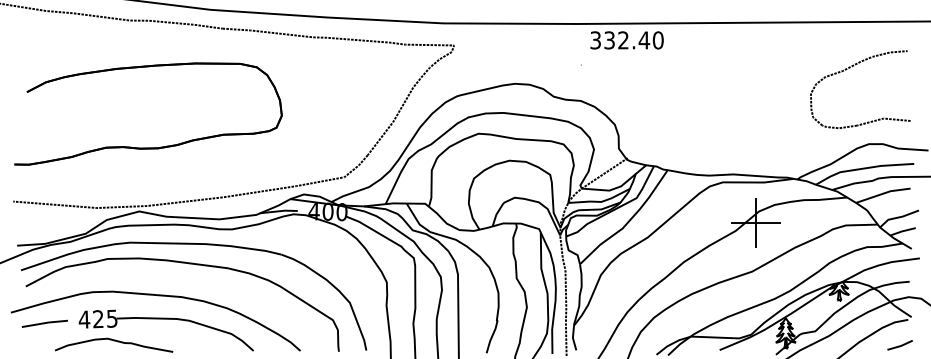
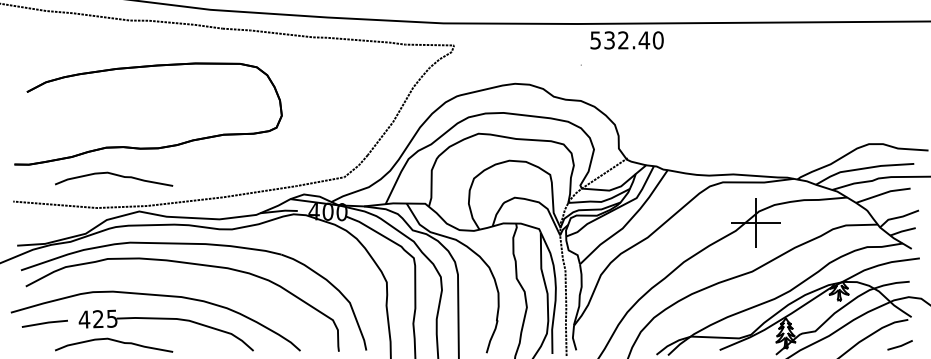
text at (595, 39): 332.40 -> 532.40
part at (850, 68): present -> none
curve at (114, 175): none -> present
